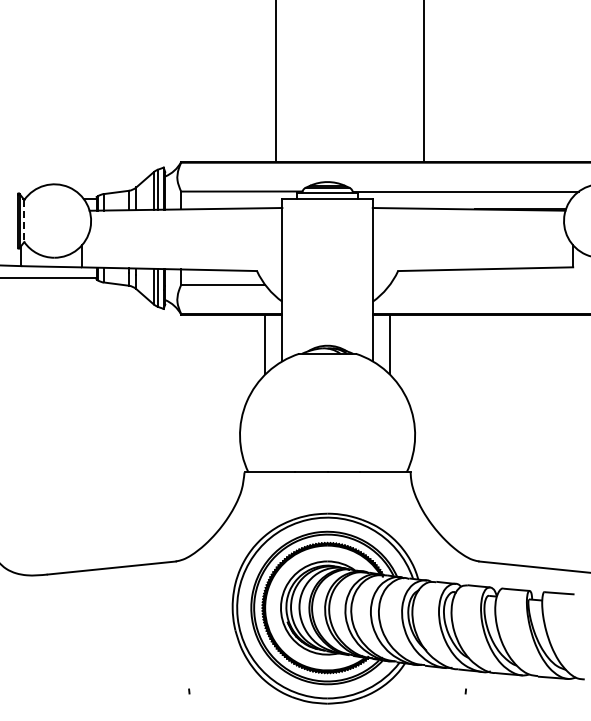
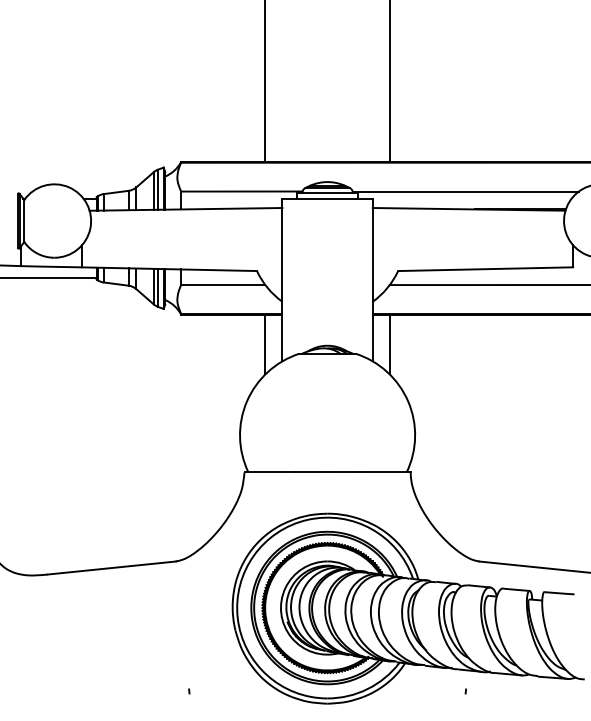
line at (276, 82) position: (276, 82) -> (265, 82)
line at (423, 82) position: (423, 82) -> (389, 82)
line at (24, 221): dashed -> solid
line at (488, 285): none -> present
